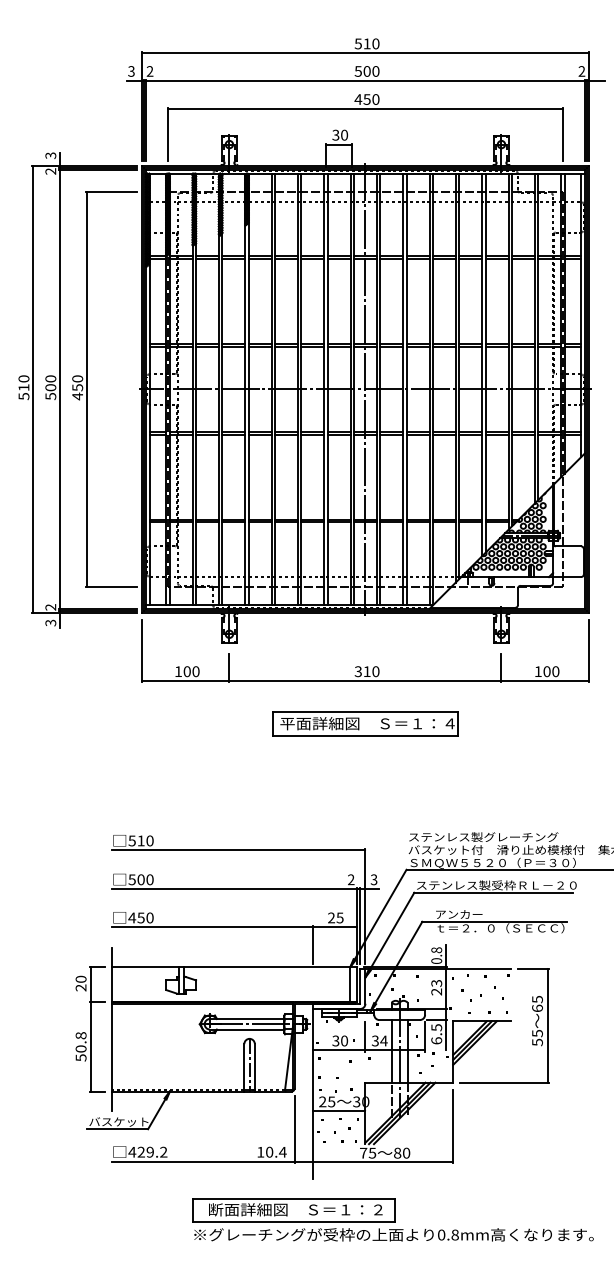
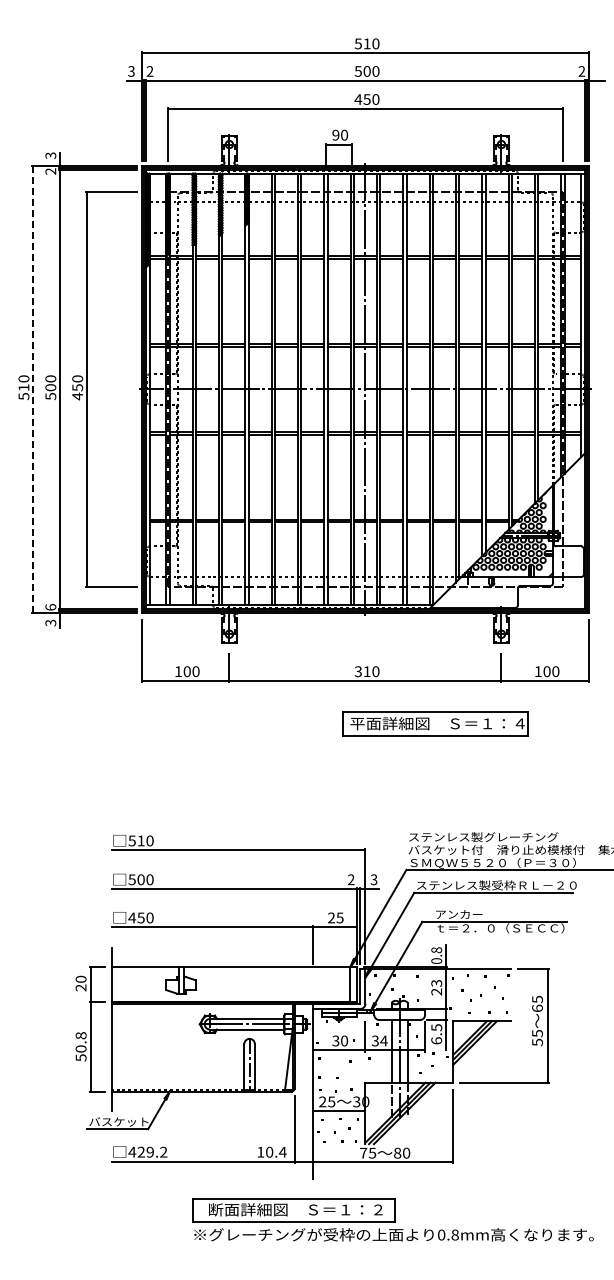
text at (335, 135): 30 -> 90
line at (33, 389): solid -> dashed
text at (50, 607): 2 -> 6
part at (365, 723) position: (365, 723) -> (435, 723)
